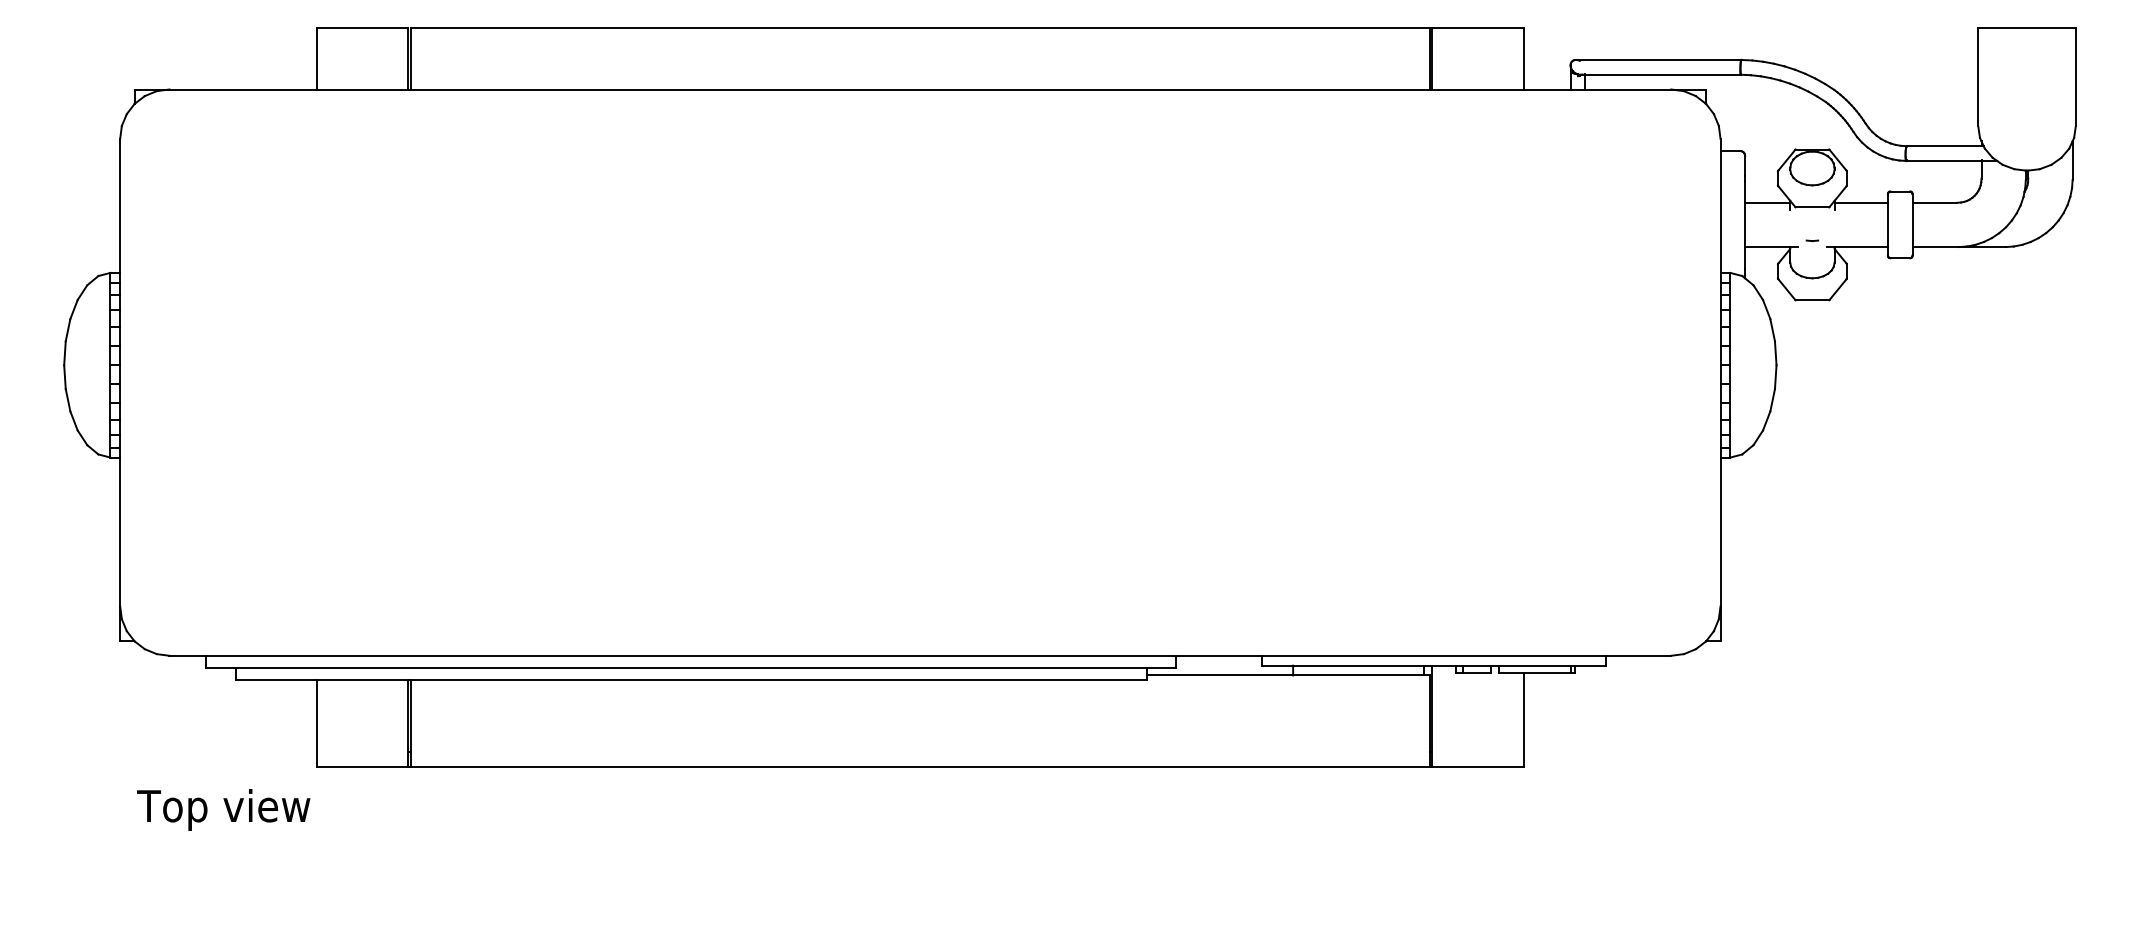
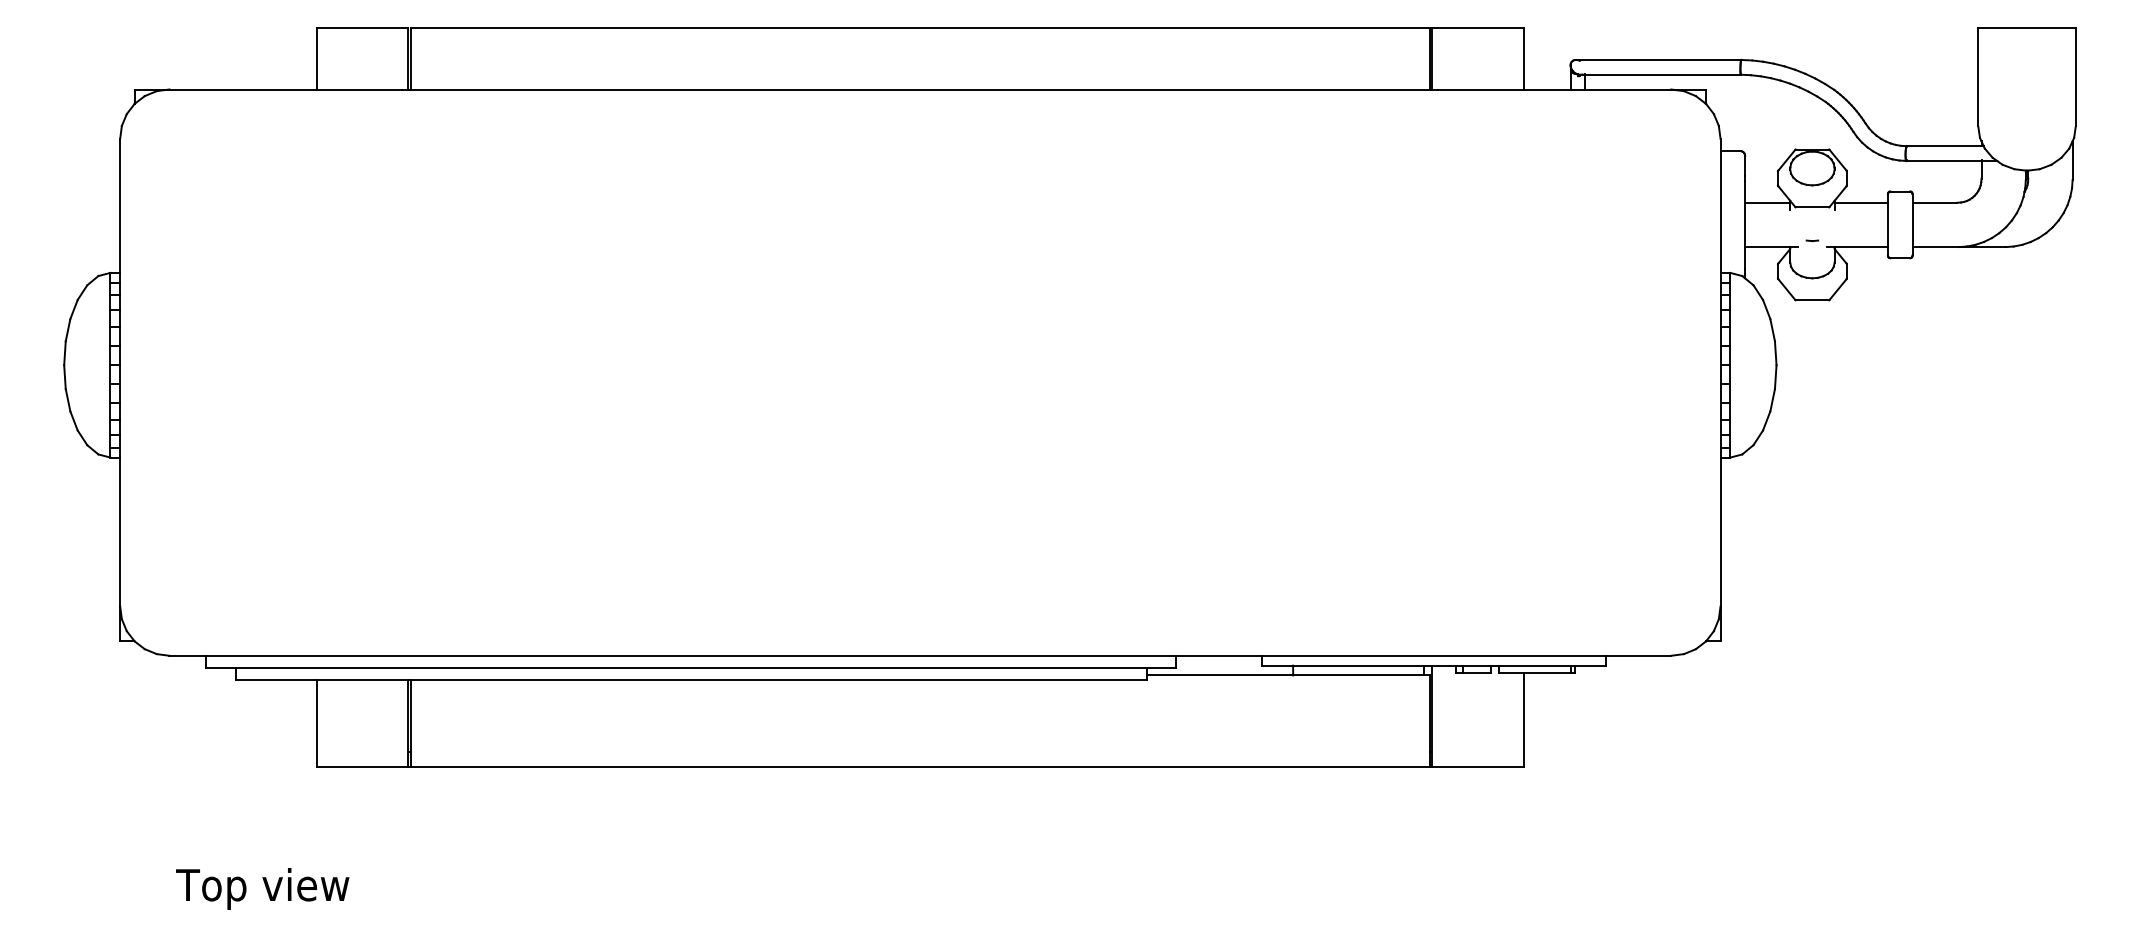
text at (223, 809) position: (223, 809) -> (262, 888)
